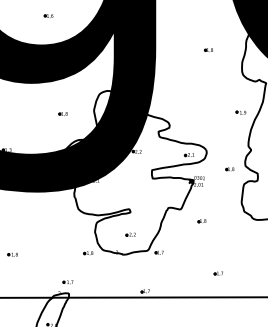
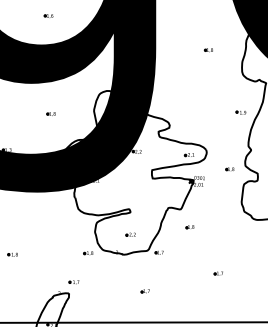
part at (62, 113) position: (62, 113) -> (50, 113)
part at (201, 221) position: (201, 221) -> (189, 227)
part at (67, 282) position: (67, 282) -> (73, 282)
line at (133, 297) position: (133, 297) -> (133, 322)
